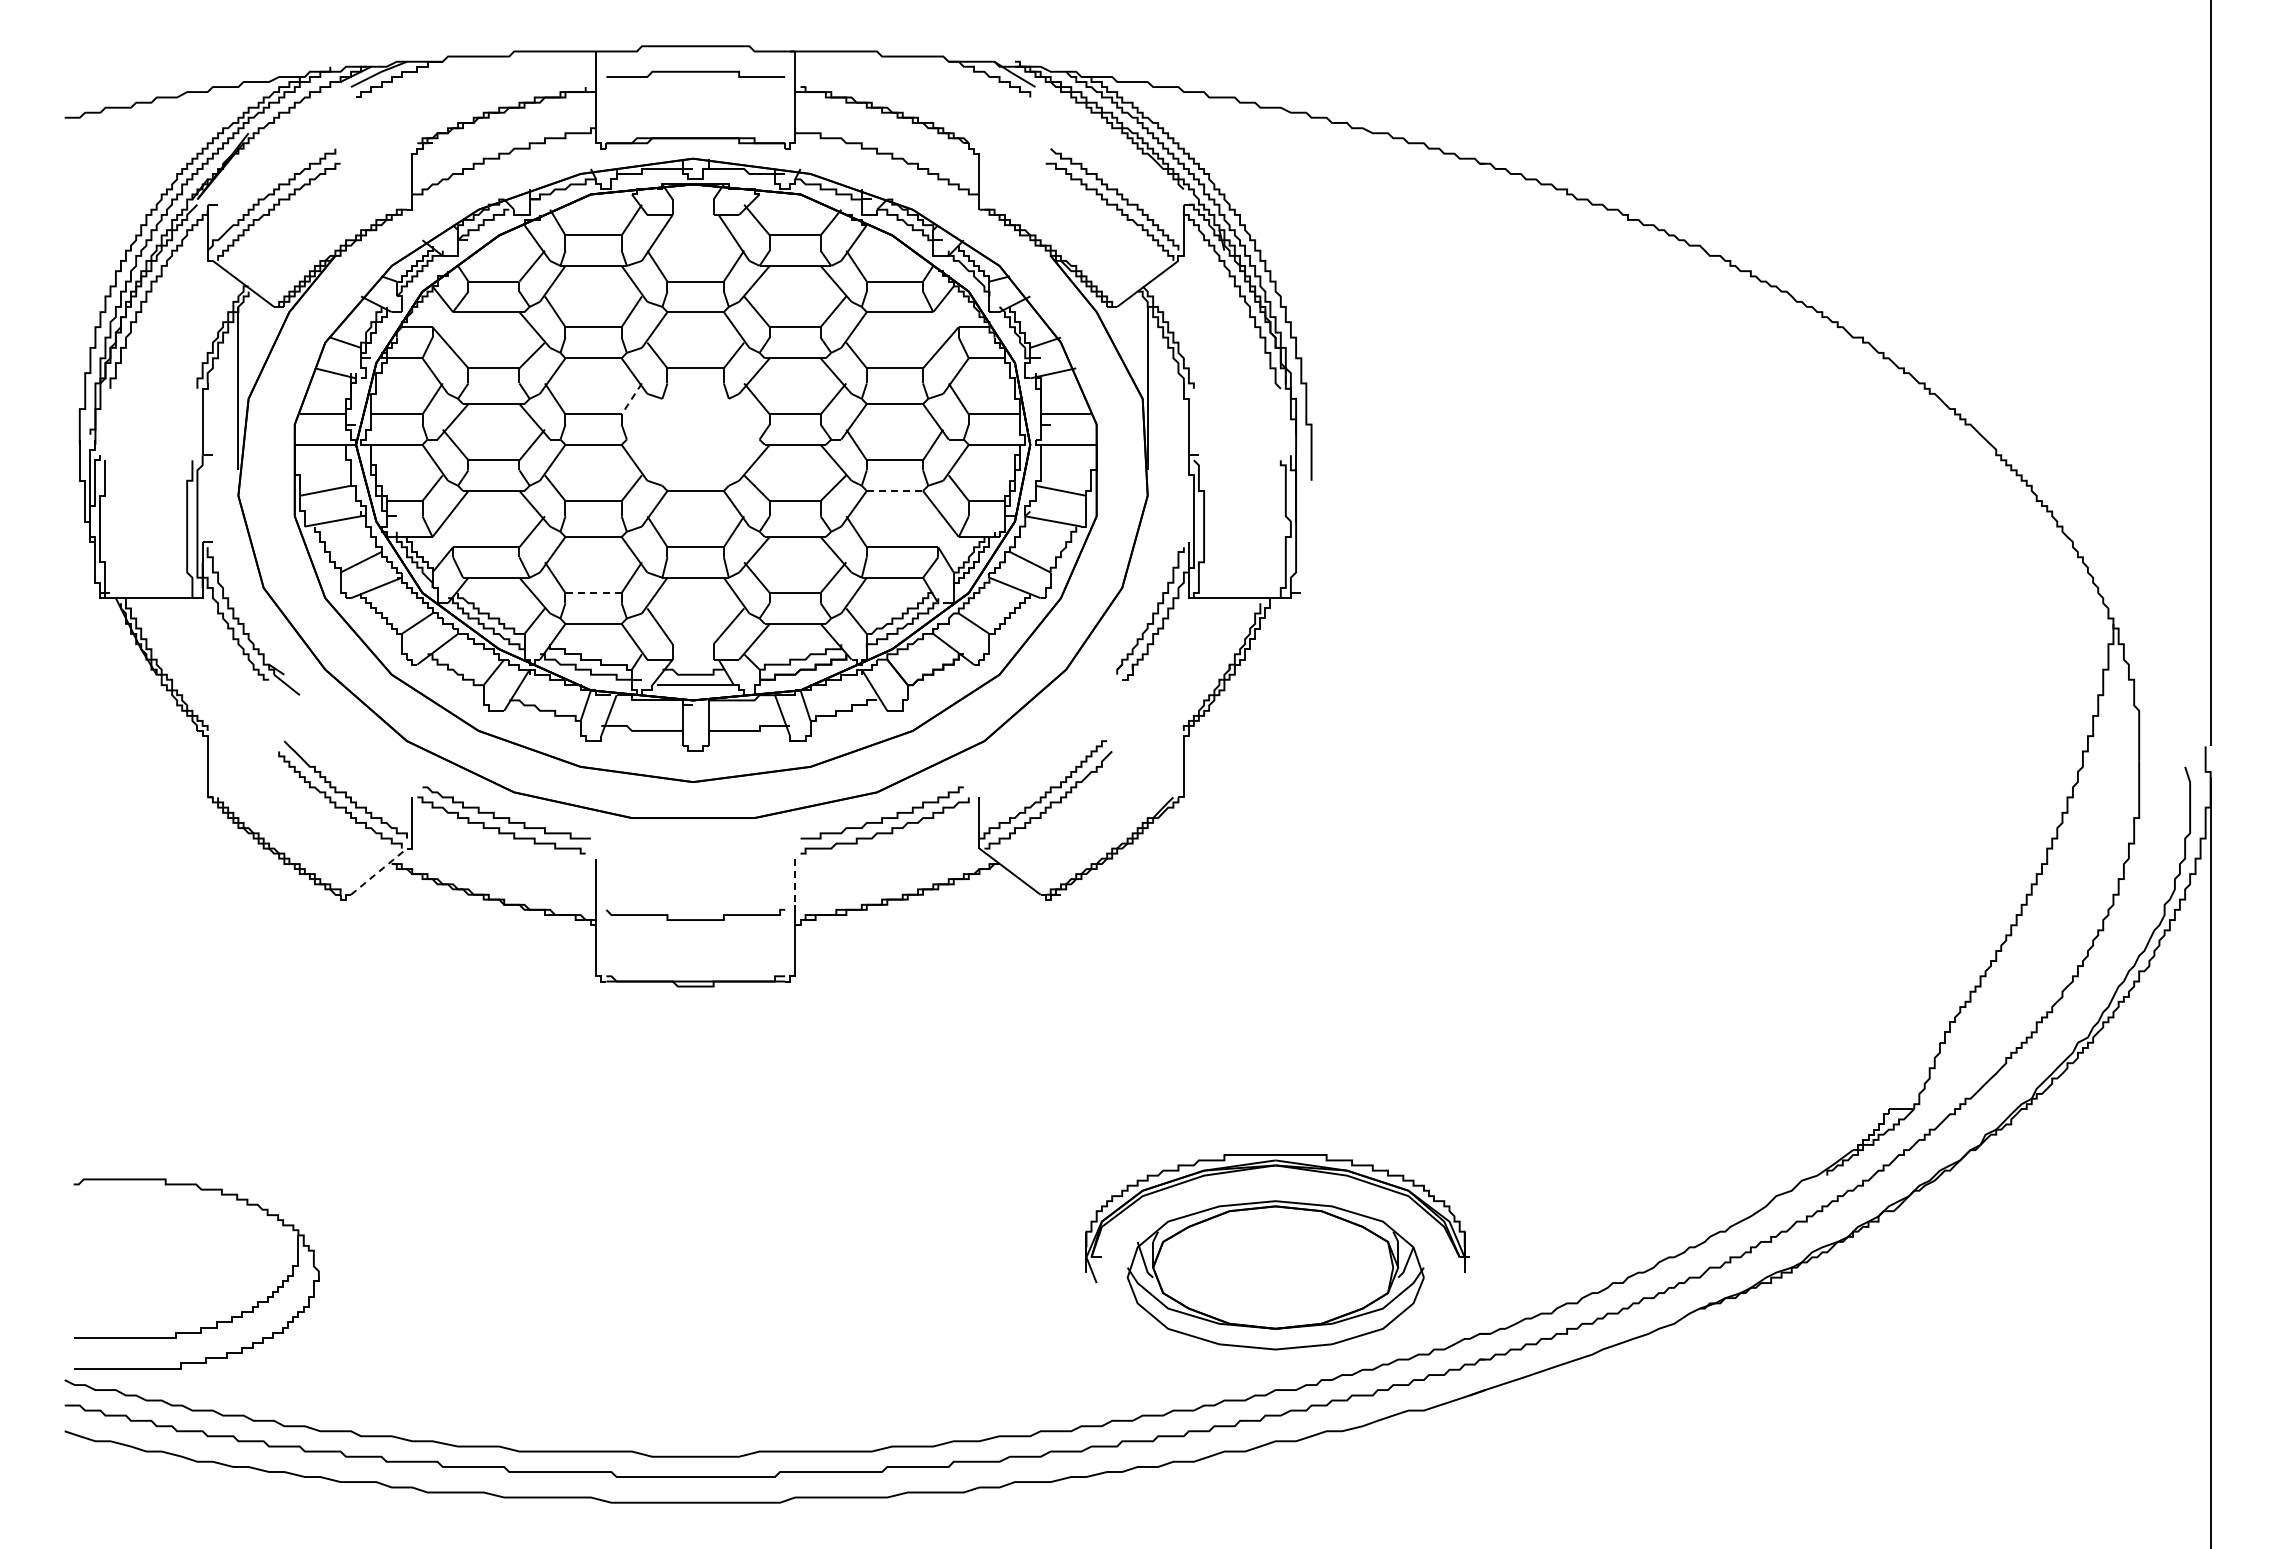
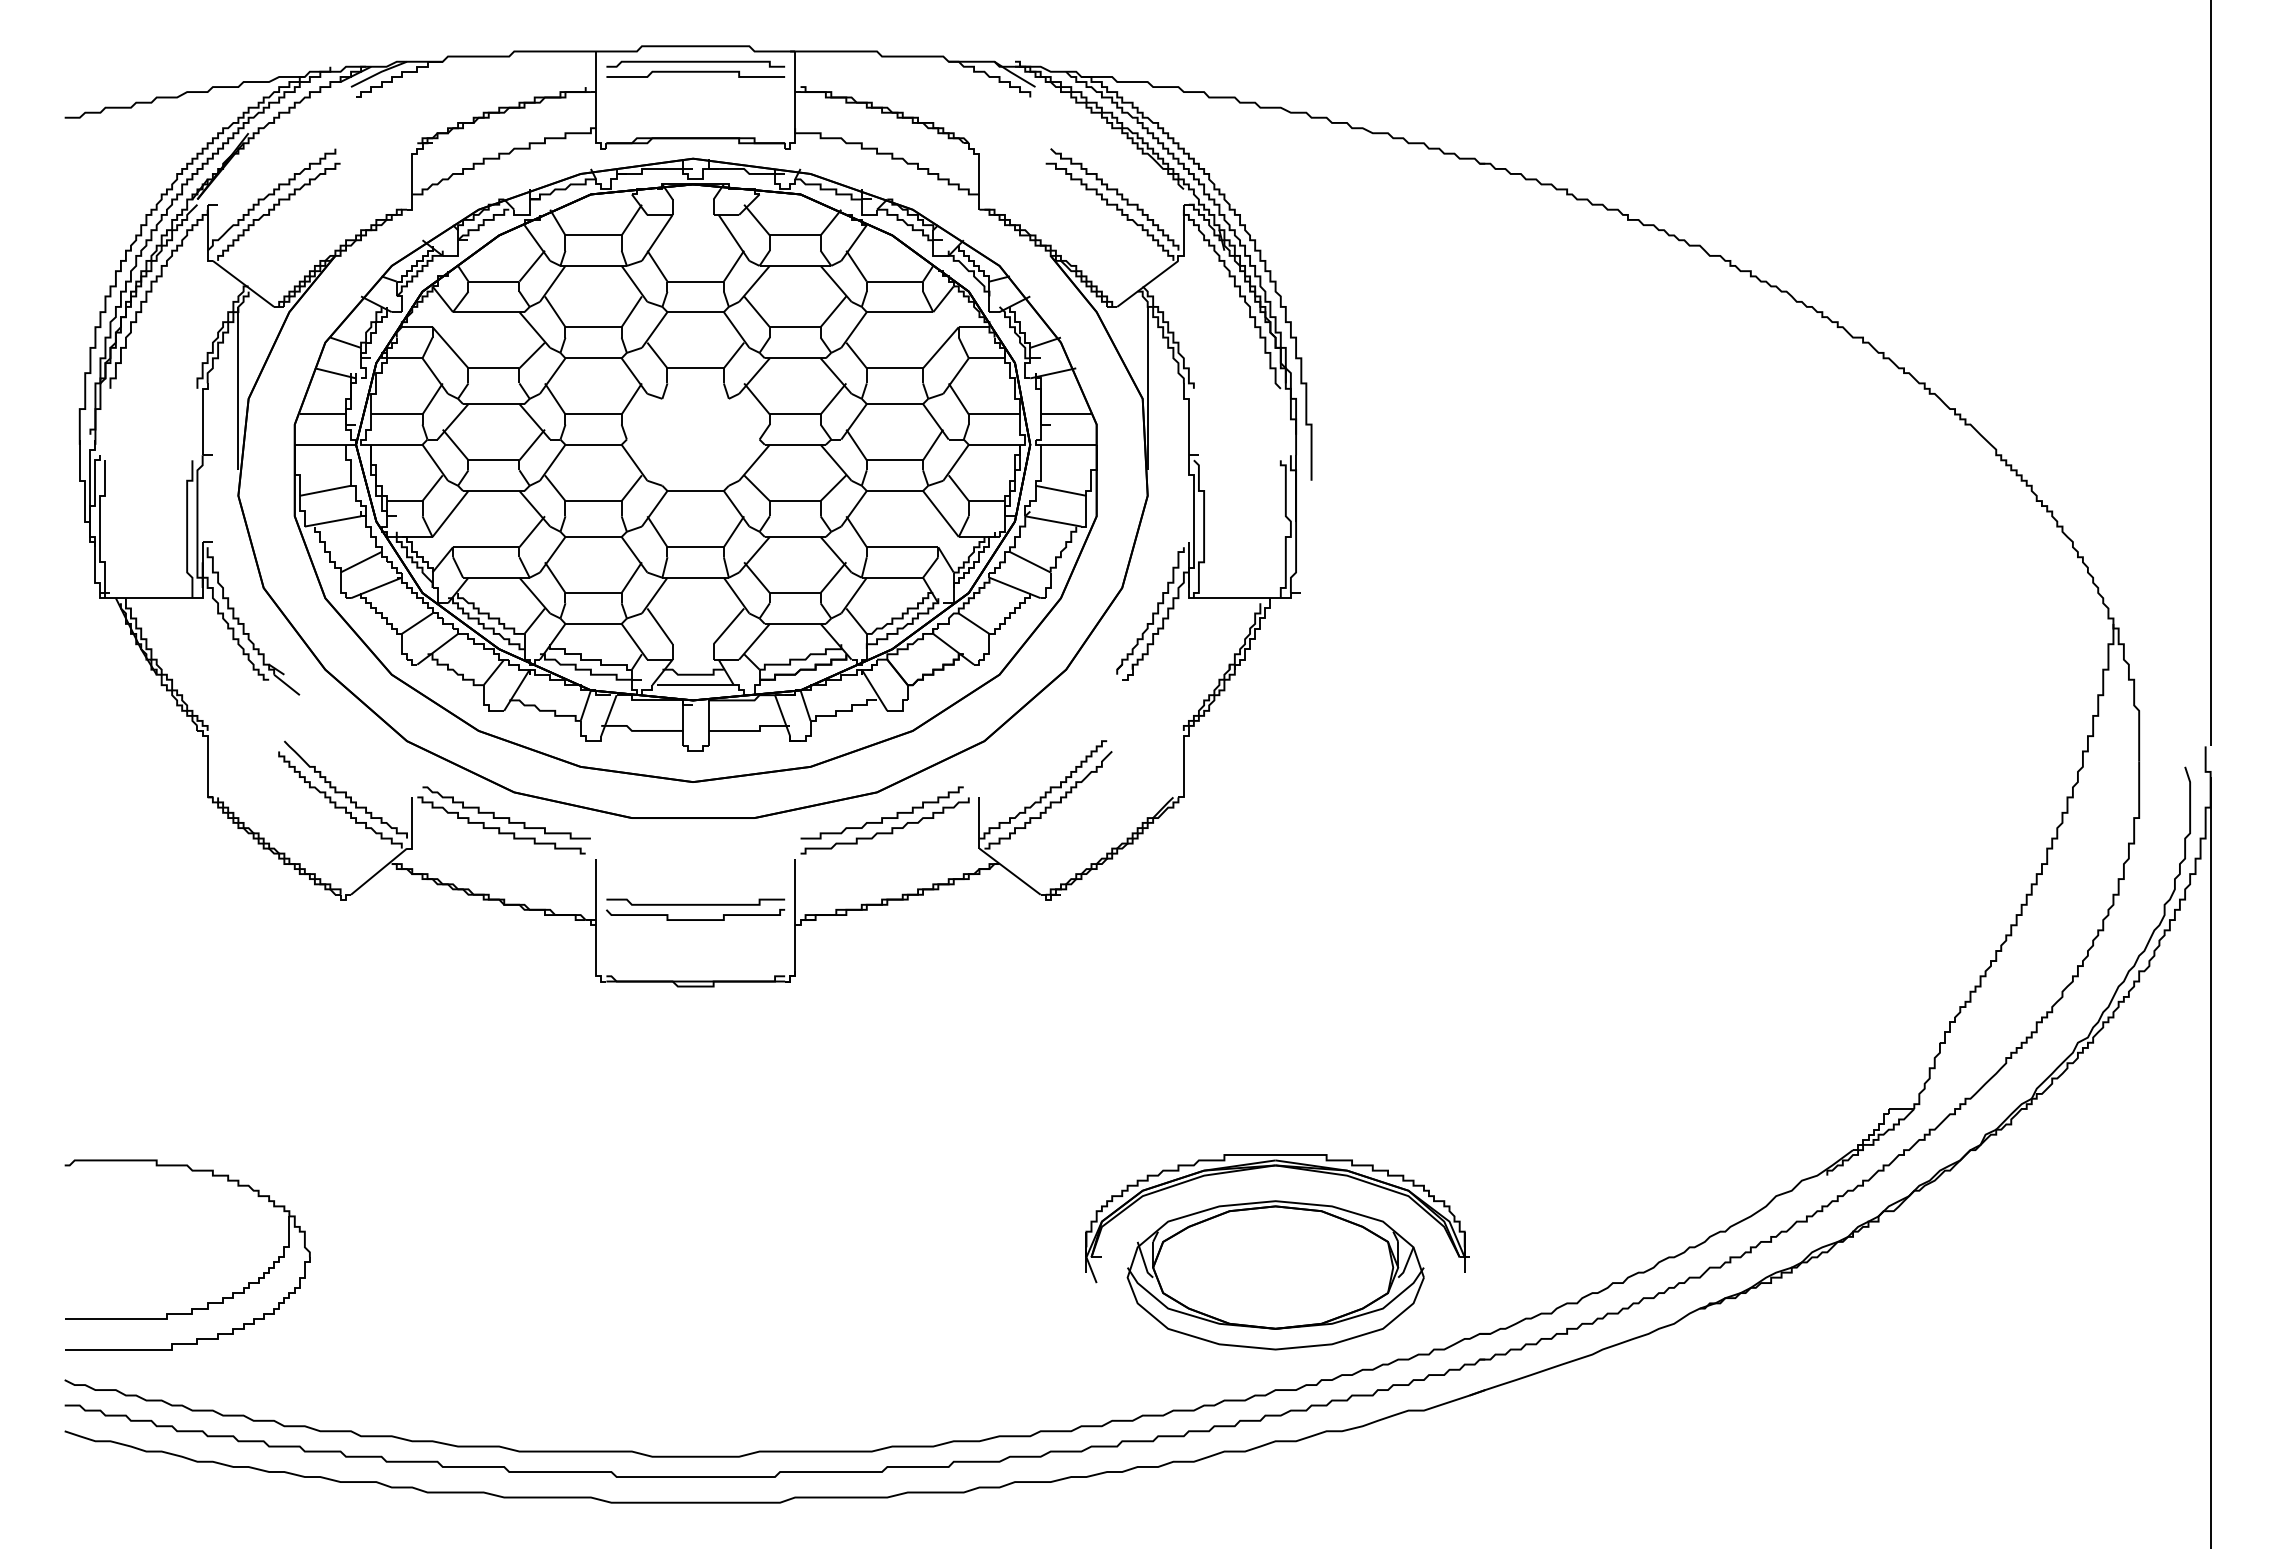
curve at (695, 62): none -> present
line at (631, 398): dashed -> solid
line at (895, 490): dashed -> solid
line at (593, 592): dashed -> solid
line at (379, 871): dashed -> solid
line at (795, 882): dashed -> solid
curve at (695, 903): none -> present
part at (216, 1321) position: (216, 1321) -> (207, 1302)
